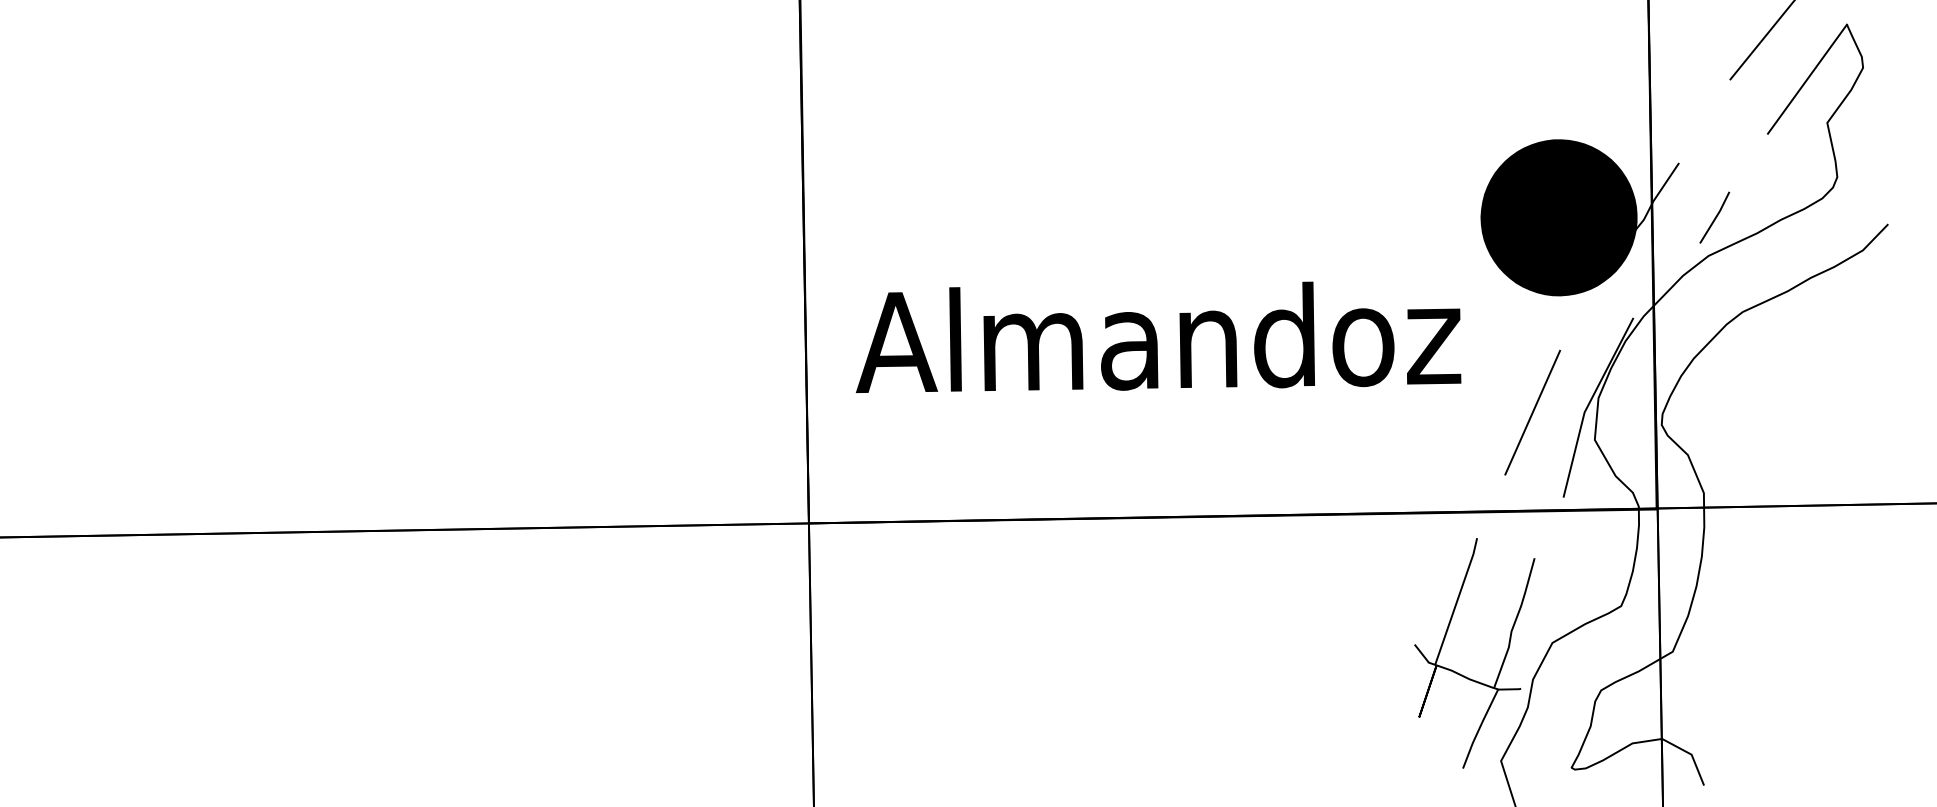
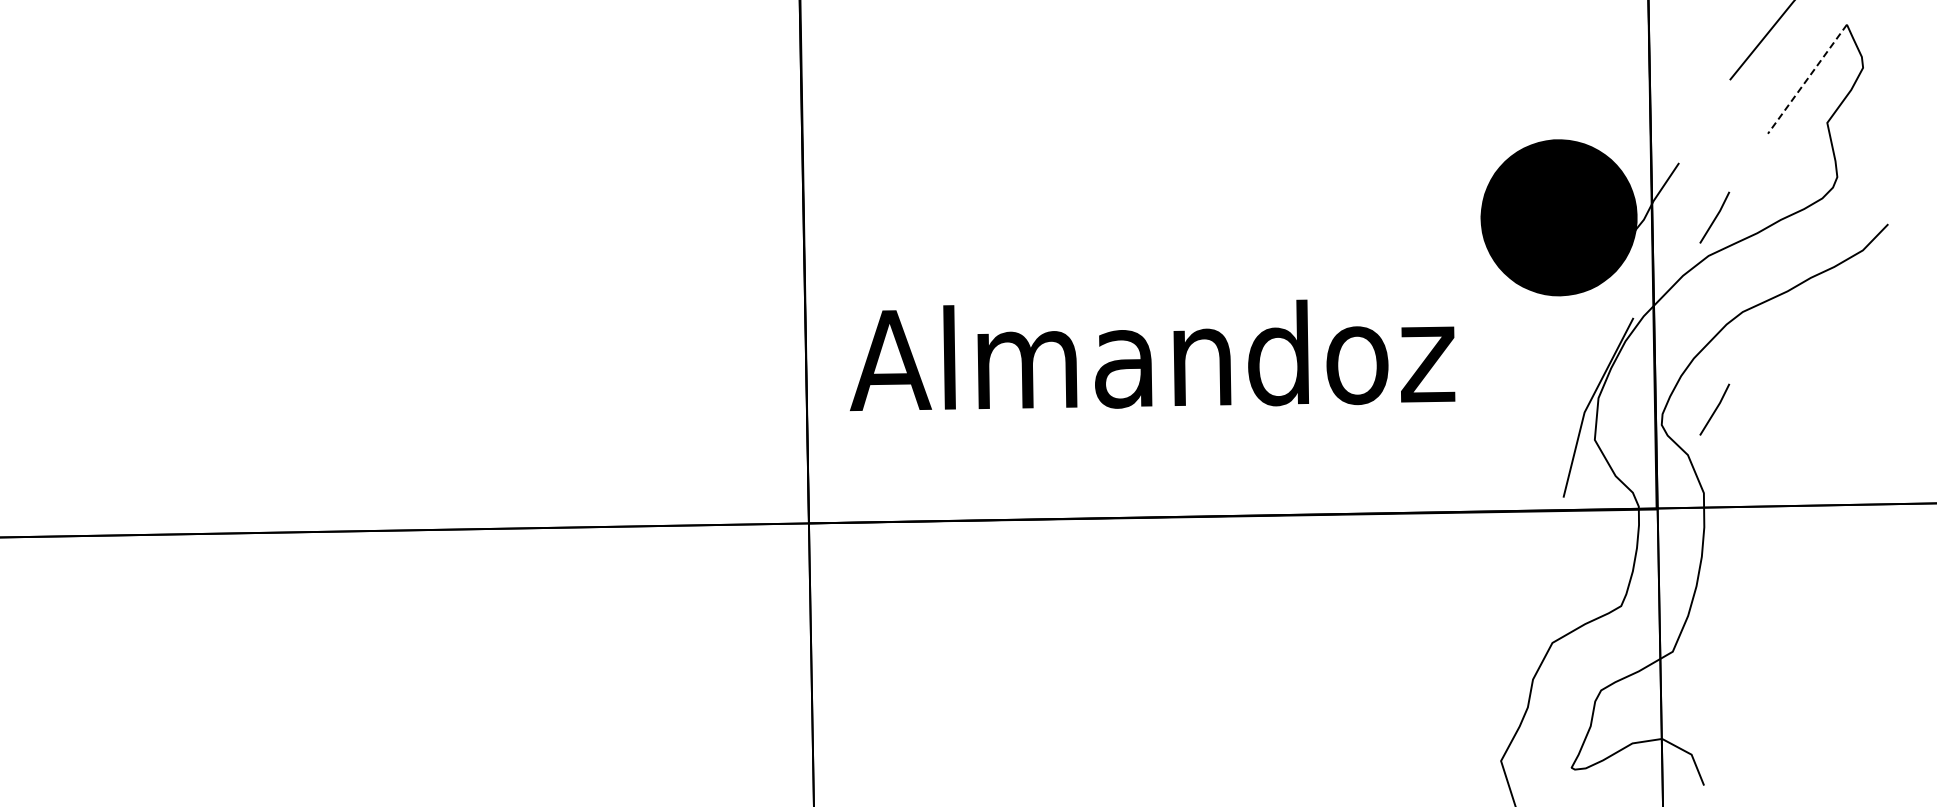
line at (1807, 79): solid -> dashed
text at (1158, 336) position: (1158, 336) -> (1152, 354)
line at (1714, 409): none -> present
line at (1532, 412): present -> none
part at (1464, 675): present -> none
